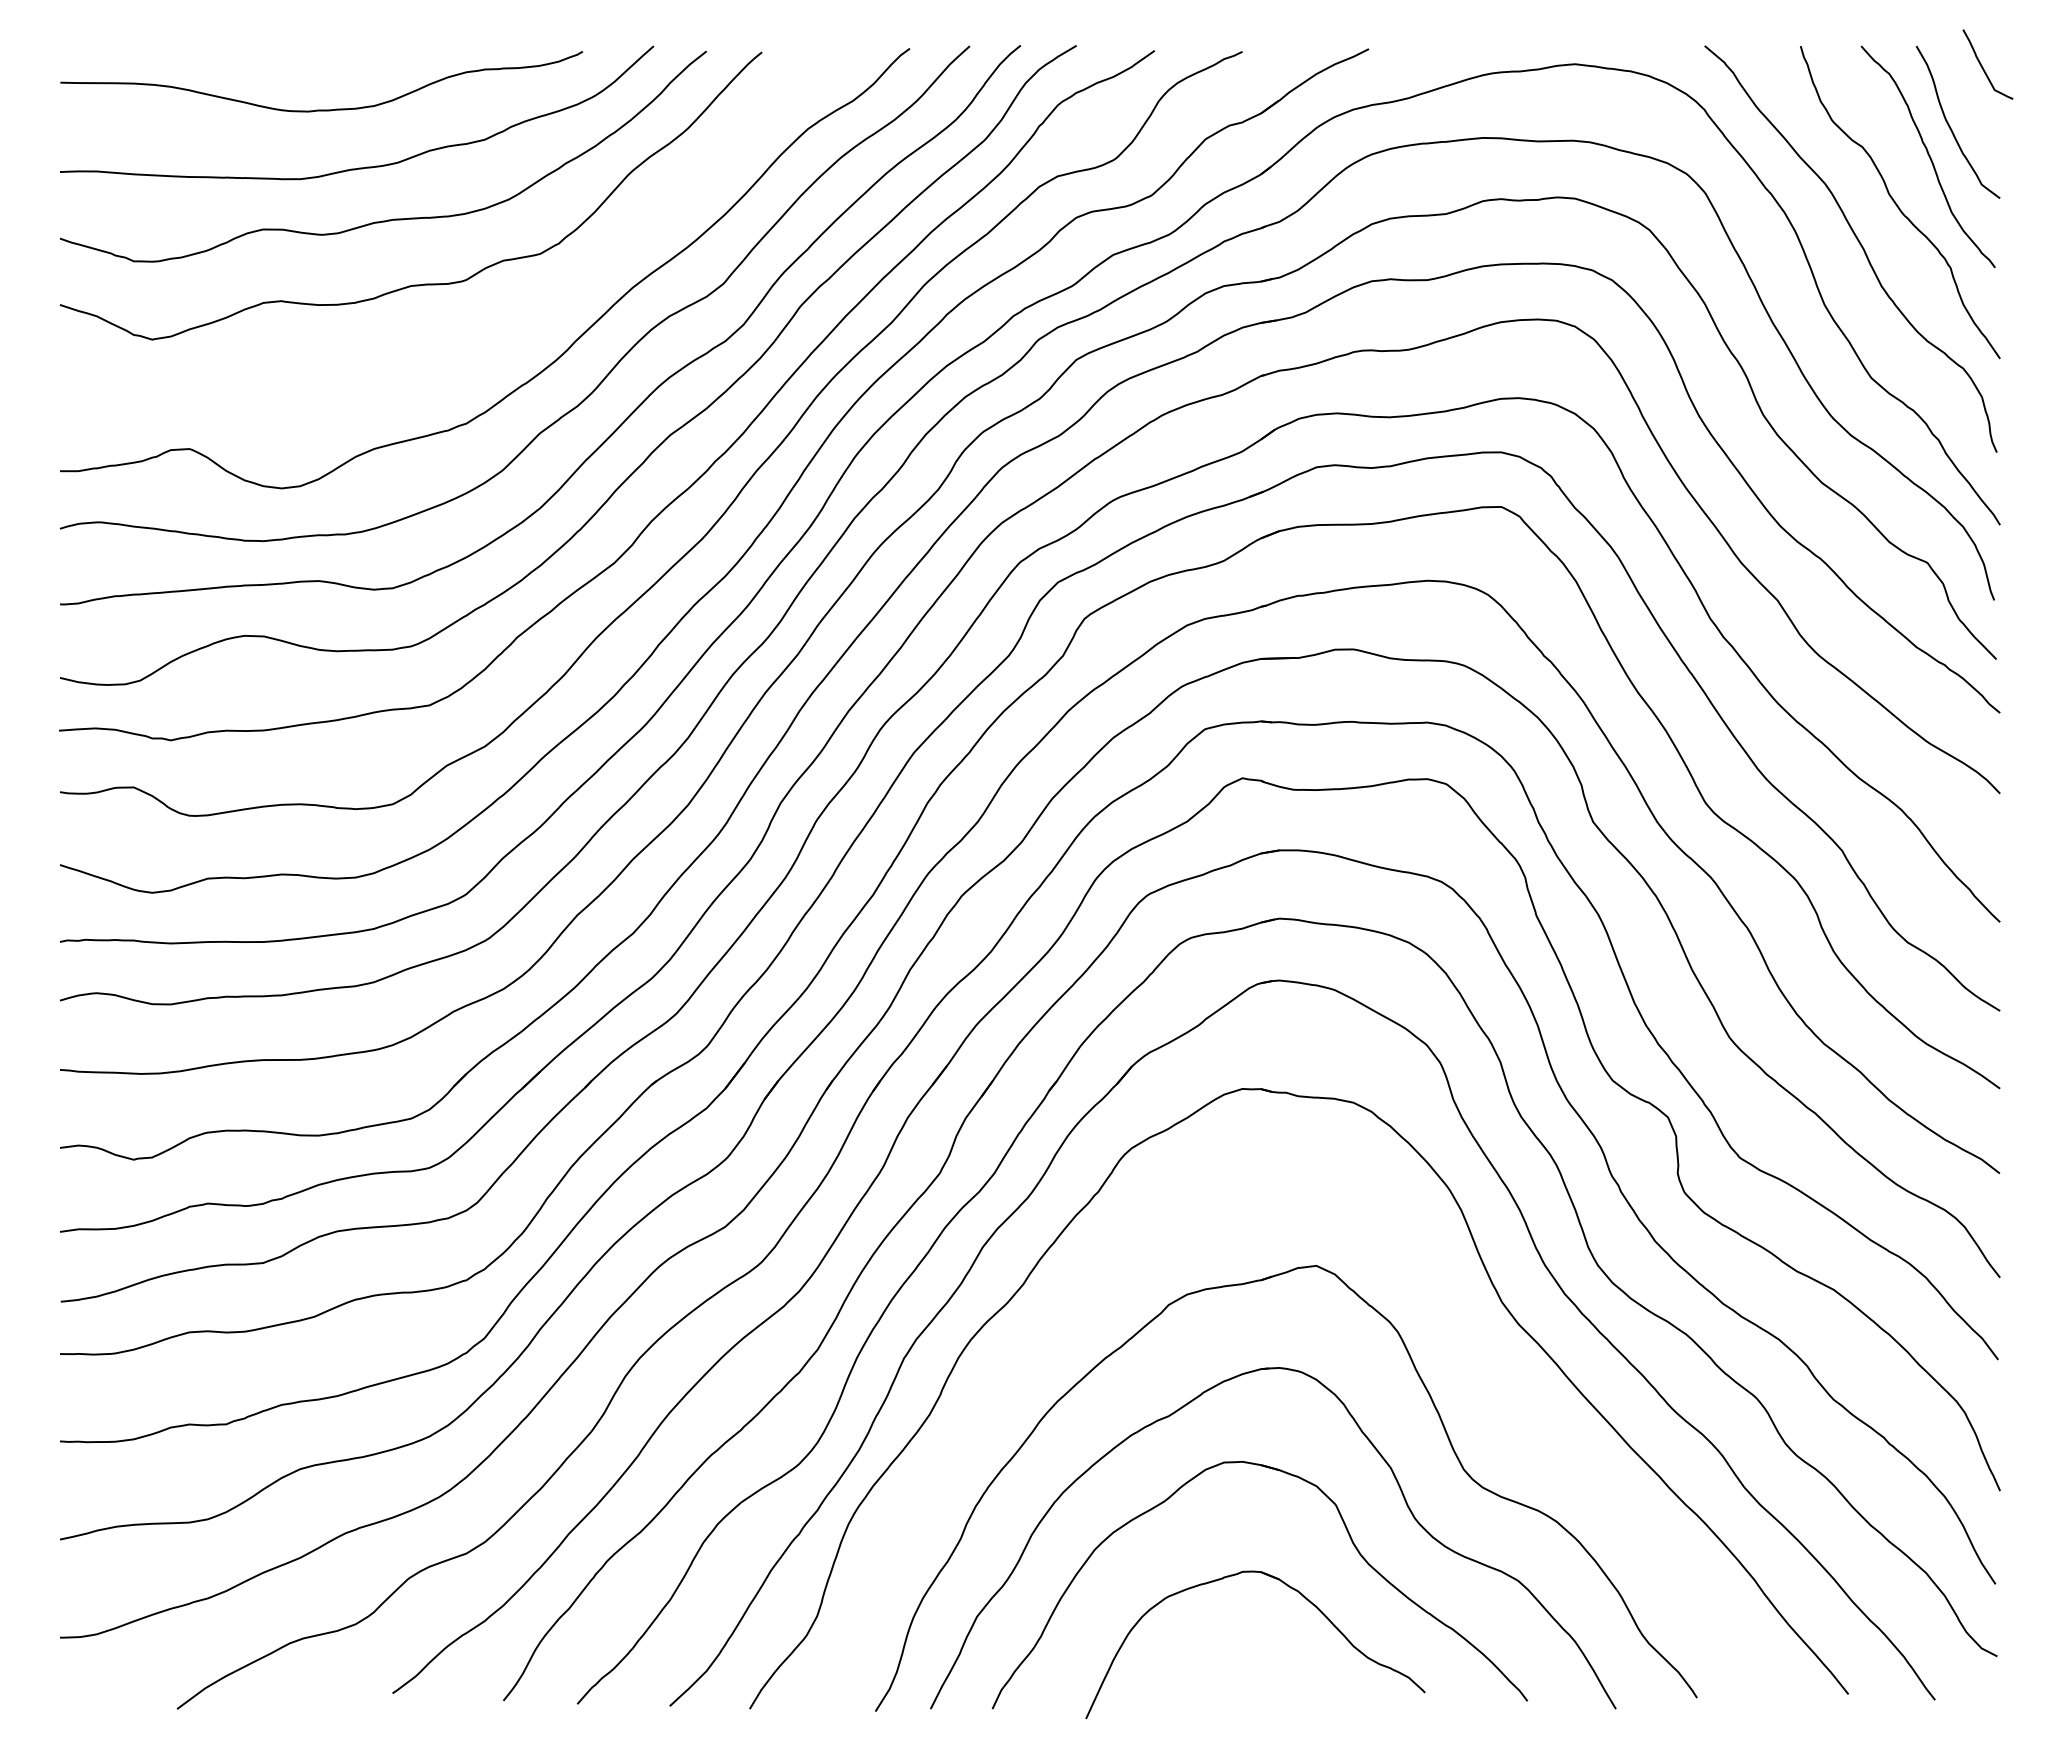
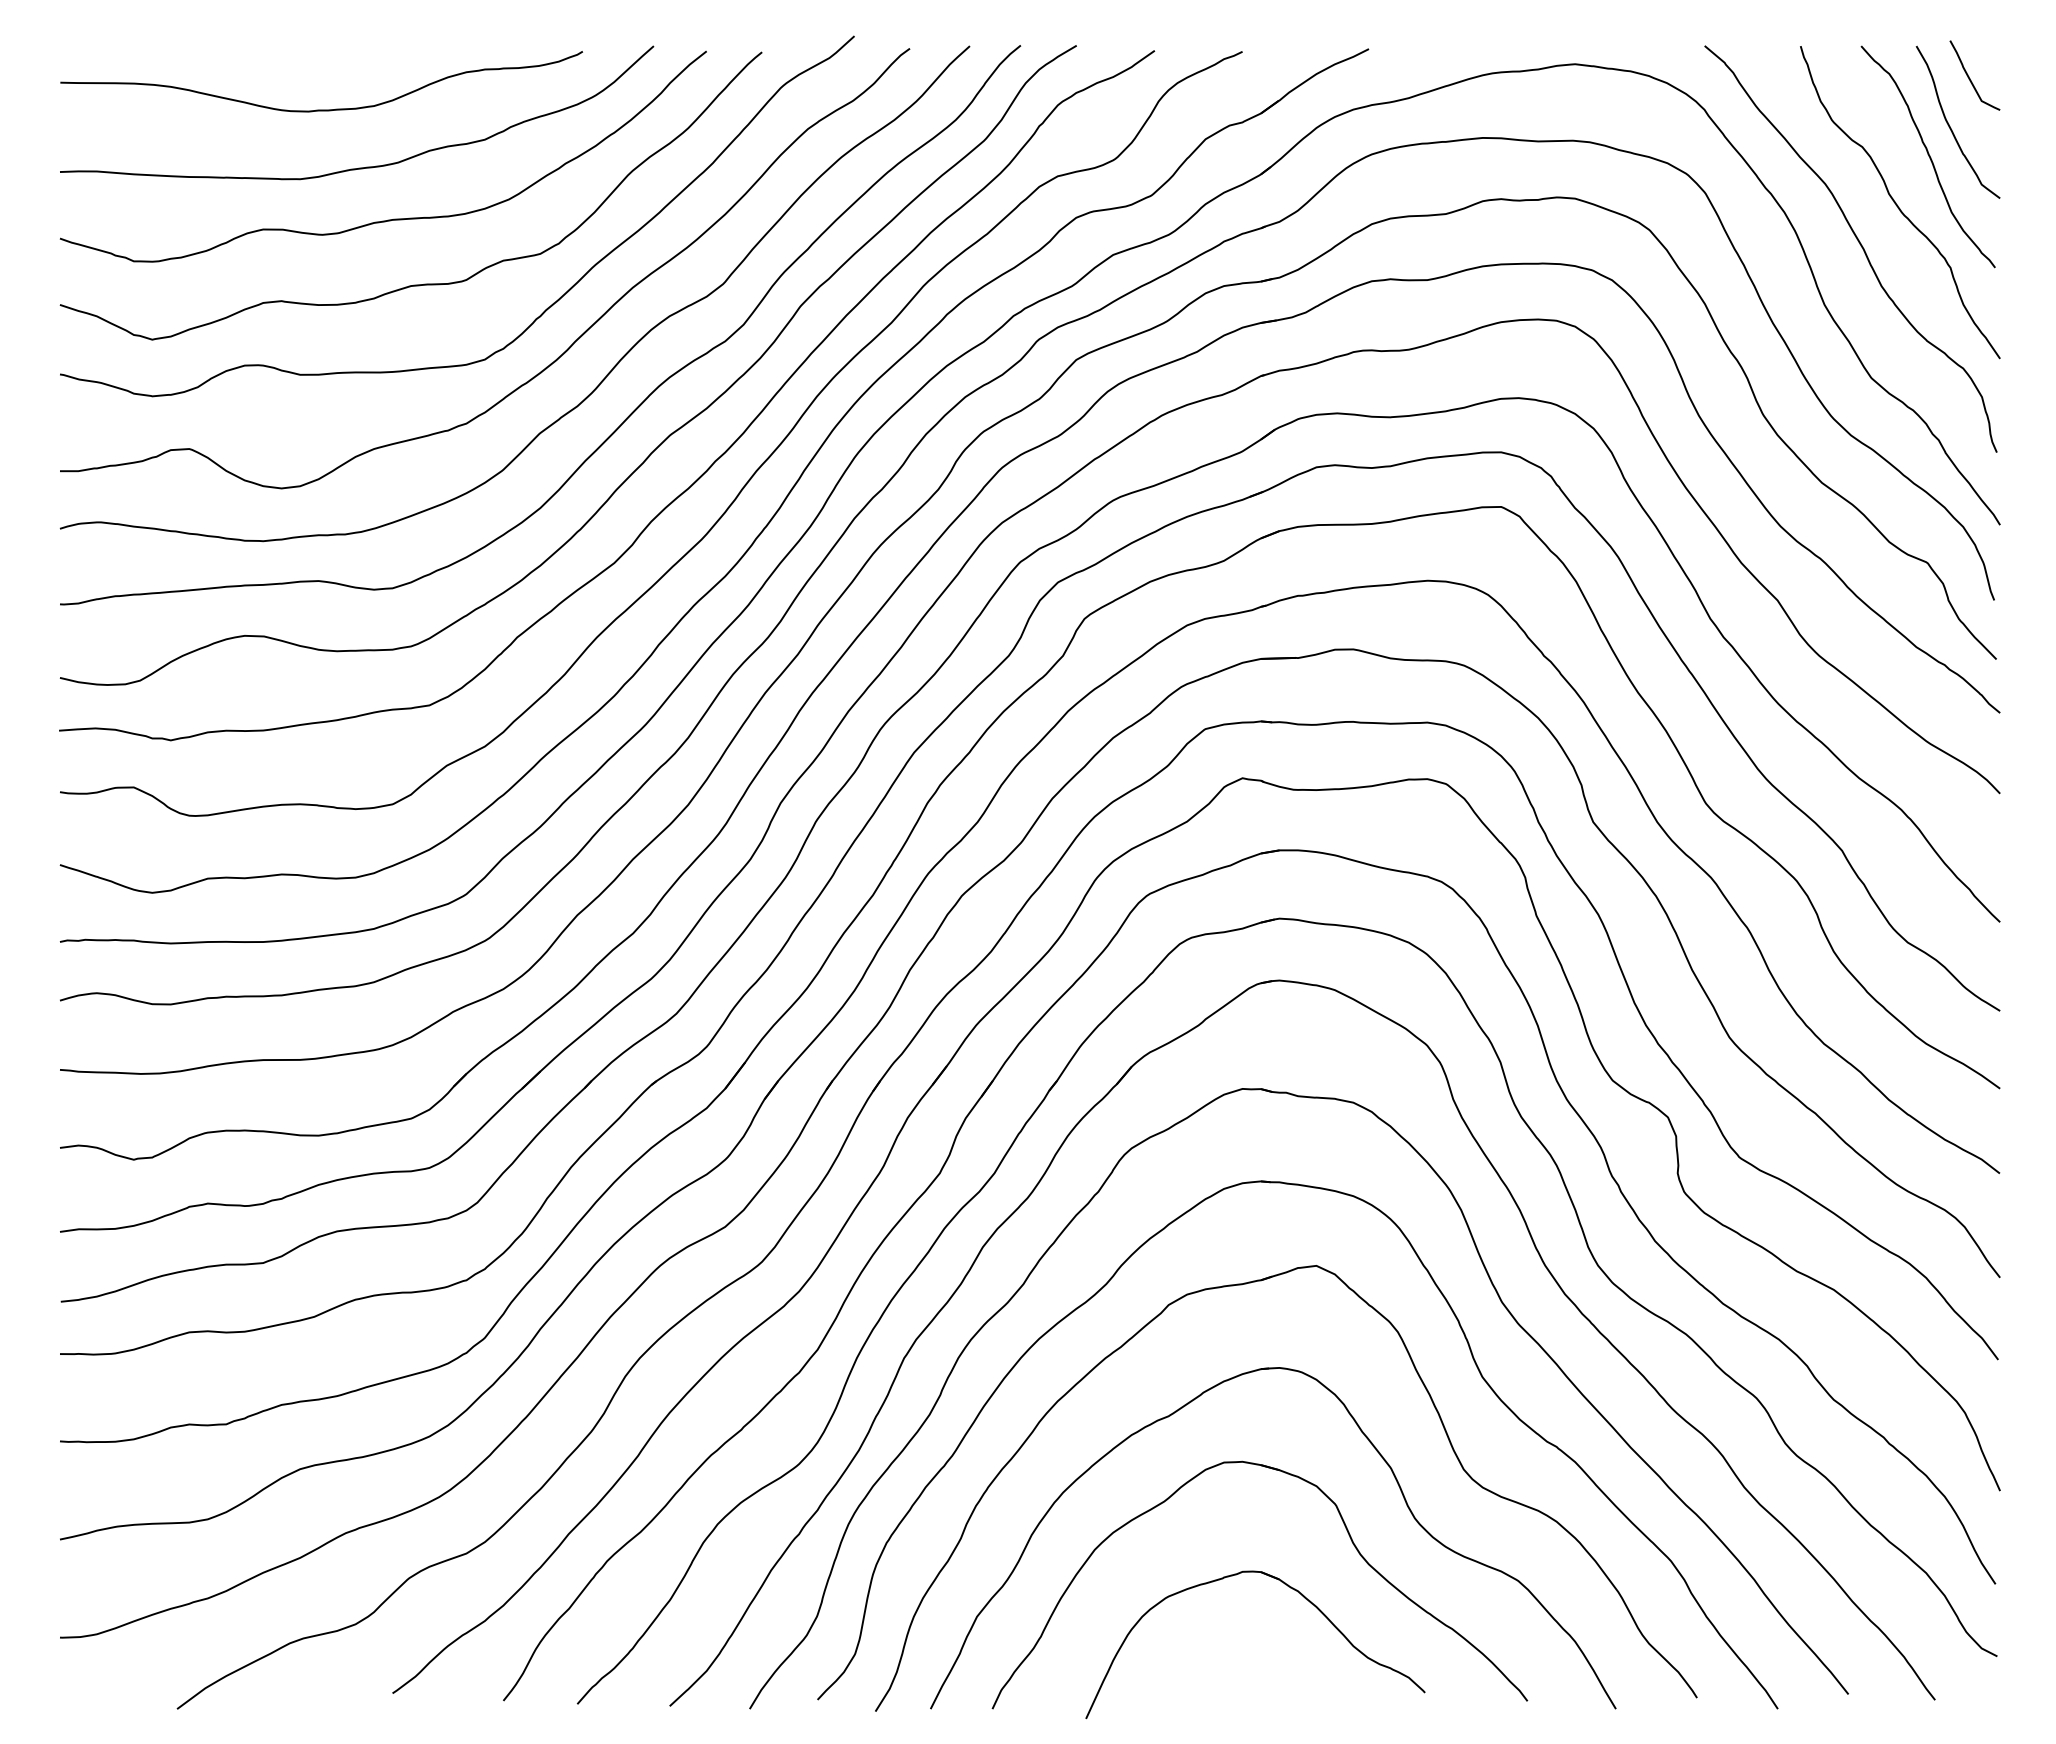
curve at (1983, 67) position: (1983, 67) -> (1970, 78)
curve at (547, 307): none -> present
part at (1473, 1361): none -> present
